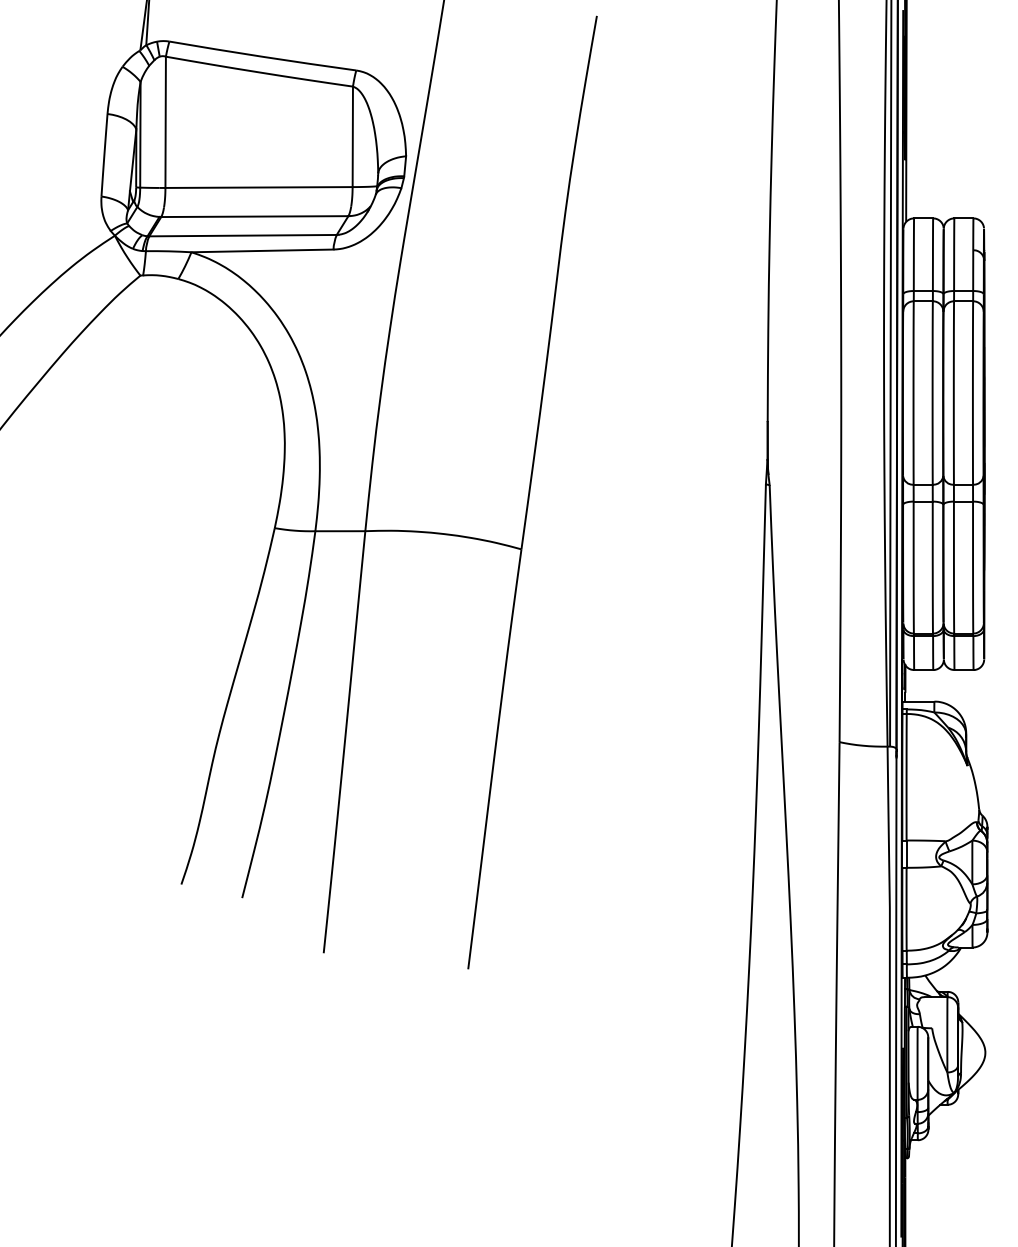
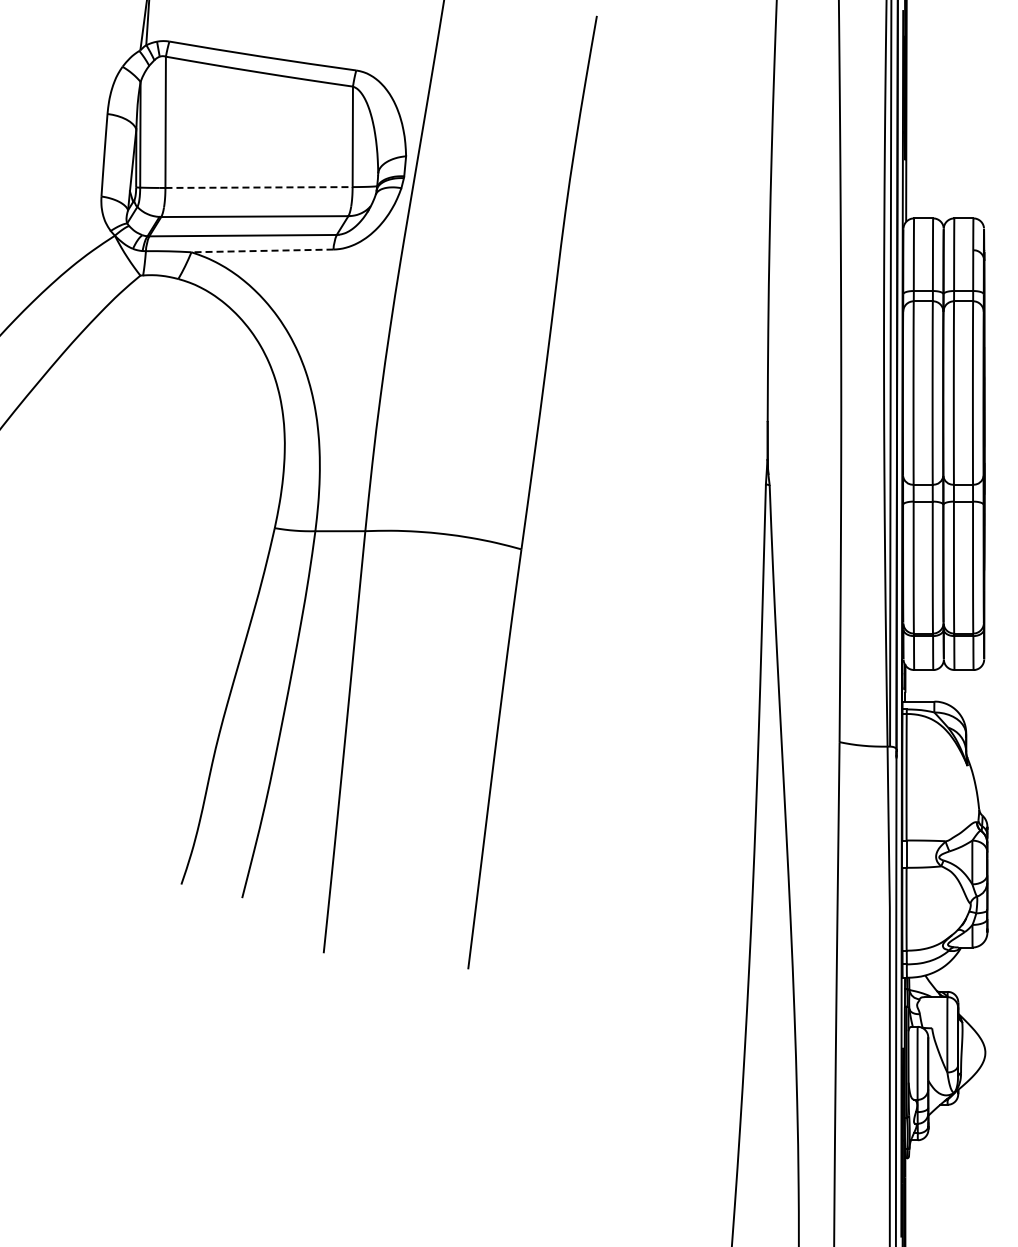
line at (259, 187): solid -> dashed
line at (262, 250): solid -> dashed
